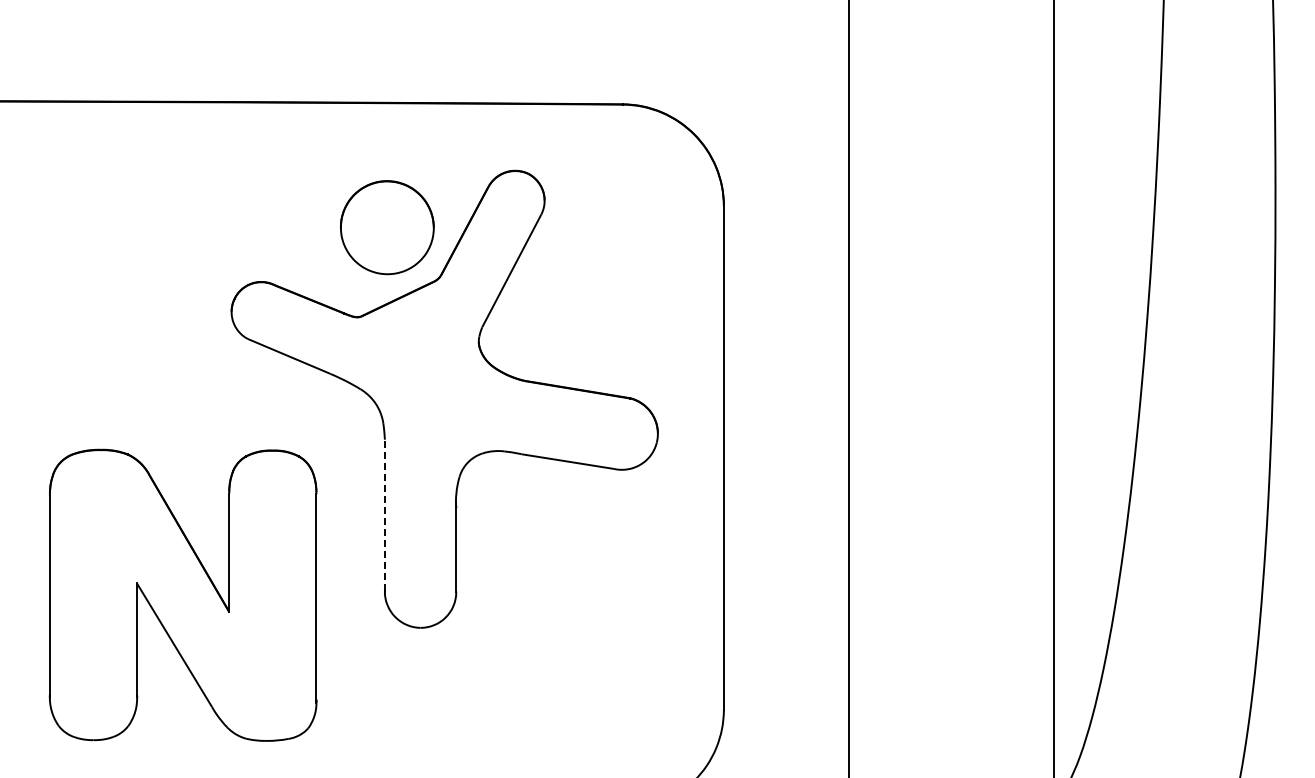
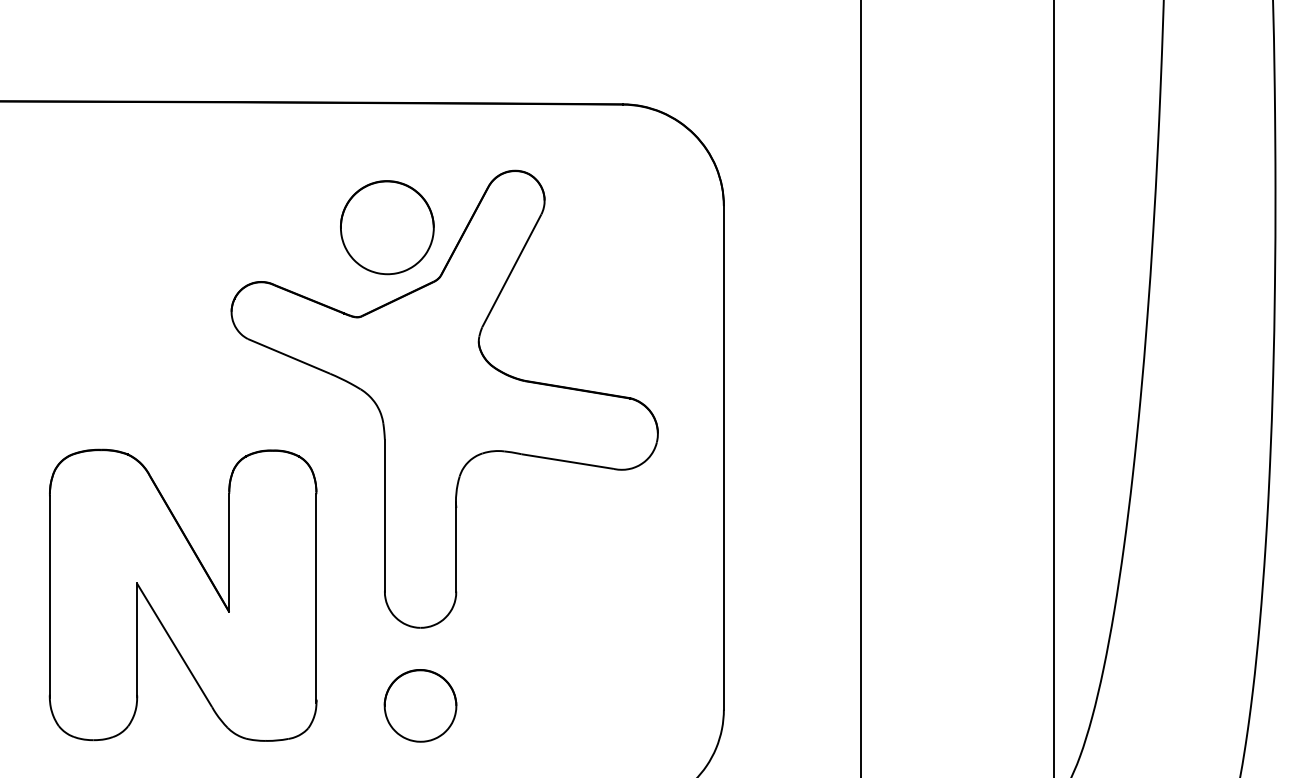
line at (848, 388) position: (848, 388) -> (860, 388)
line at (384, 515): dashed -> solid
part at (420, 705): none -> present
